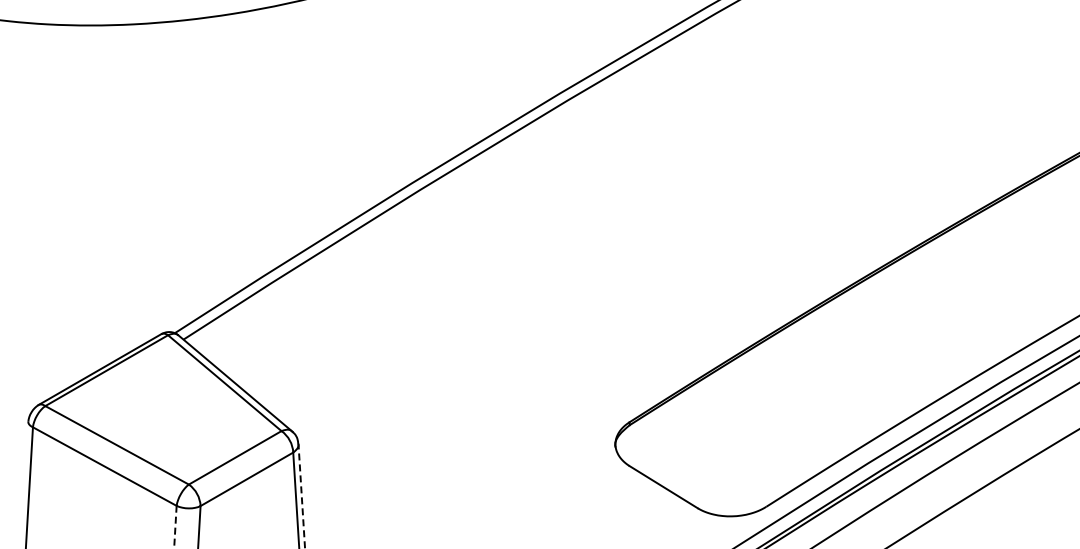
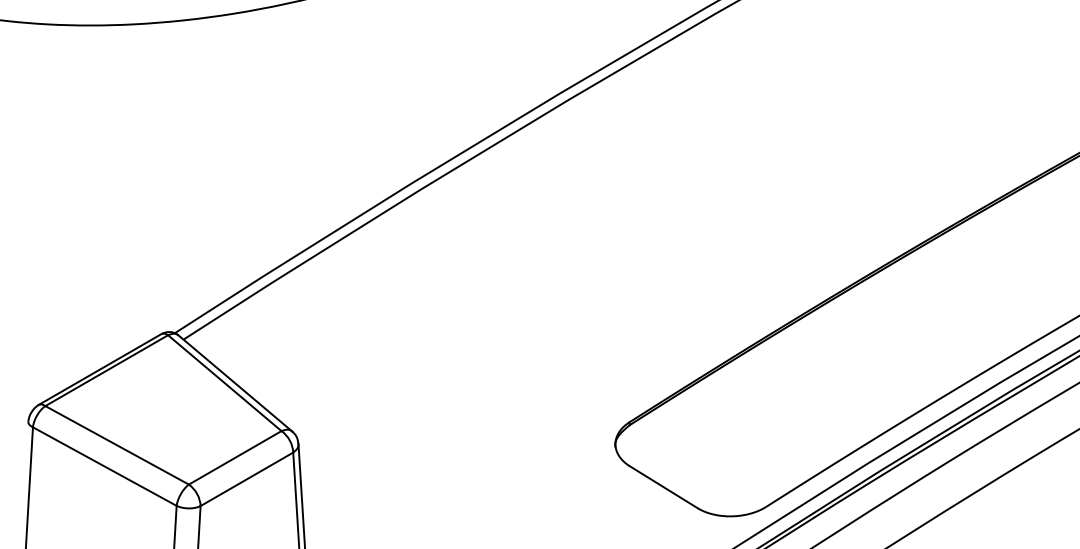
line at (301, 495): dashed -> solid
line at (175, 526): dashed -> solid
